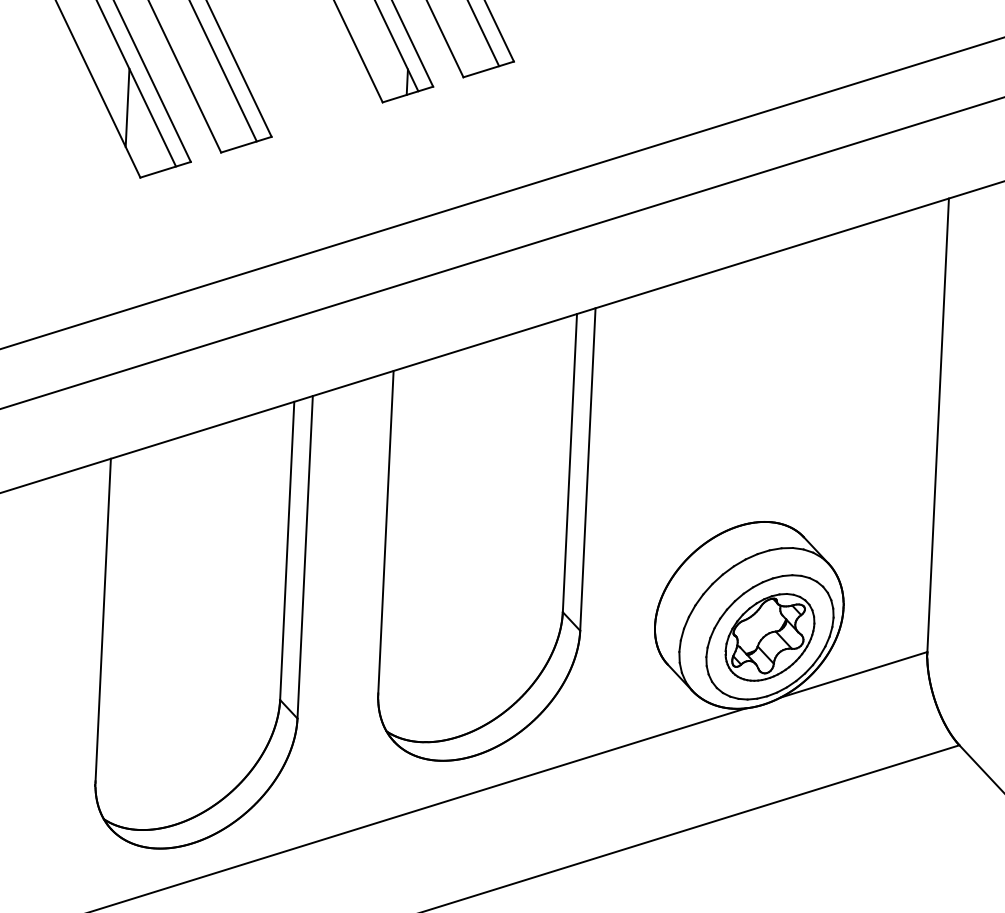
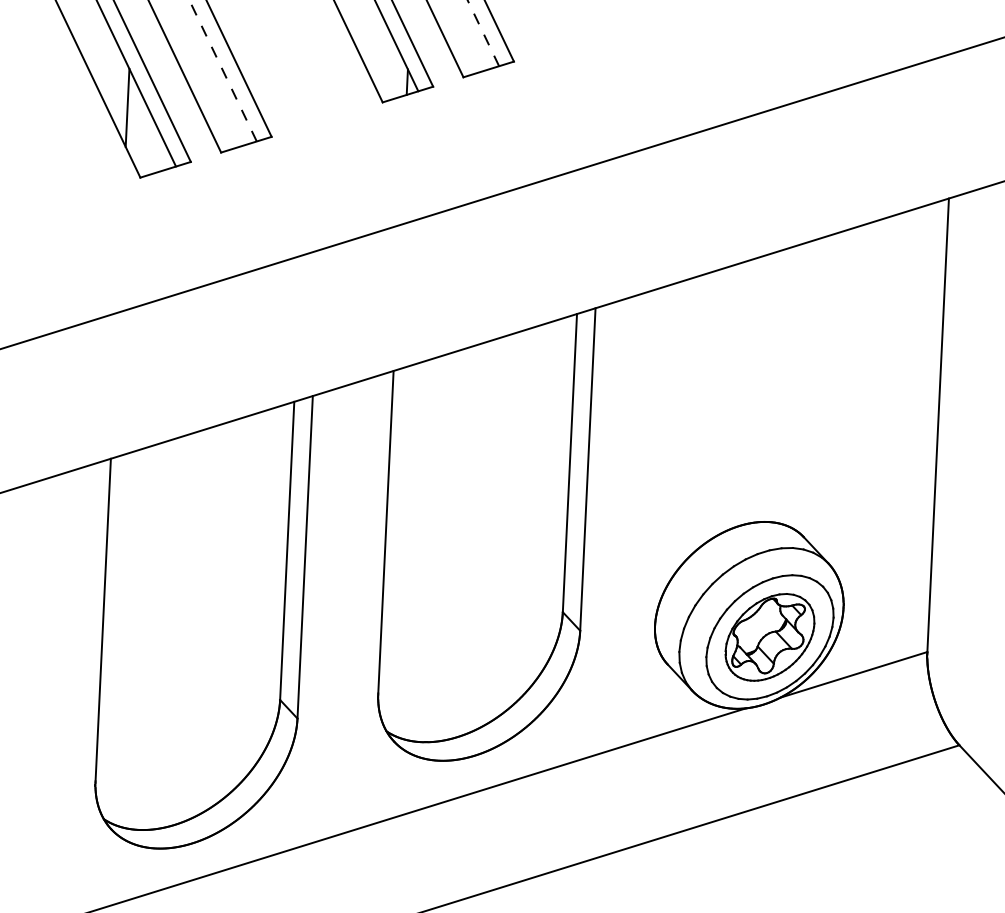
line at (483, 32): solid -> dashed
line at (222, 70): solid -> dashed
line at (501, 253): present -> none
